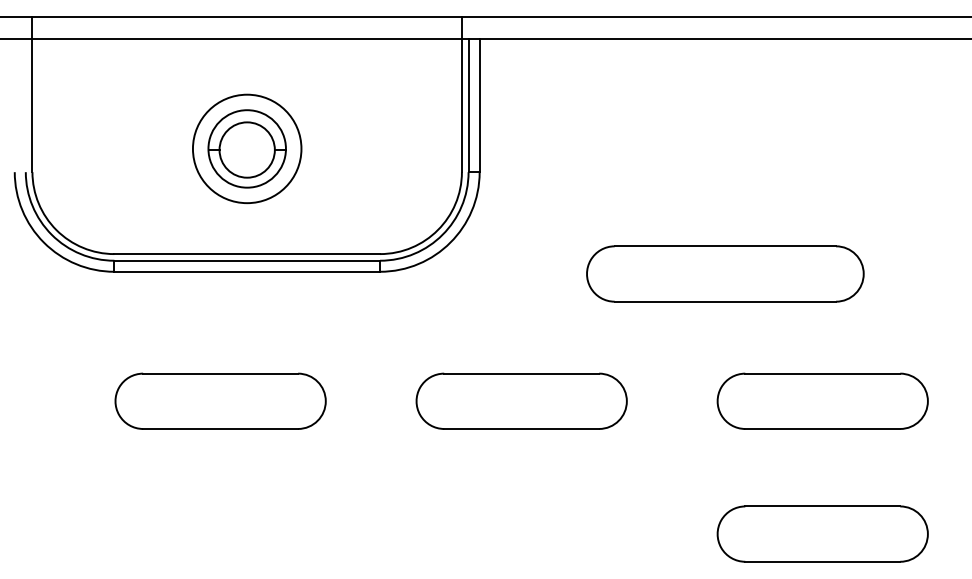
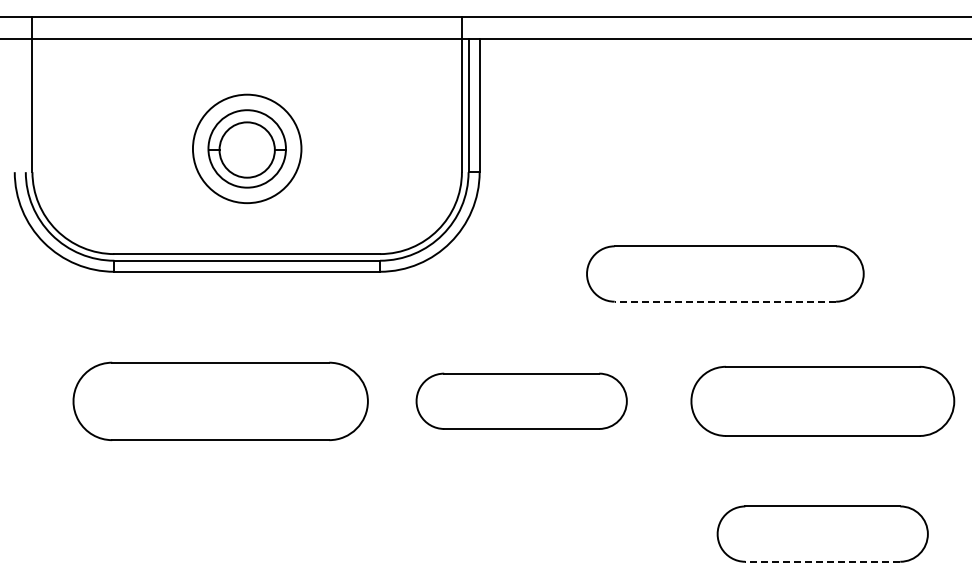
line at (725, 301): solid -> dashed
part at (220, 400) size: 213x58 px -> 297x80 px
part at (822, 400) size: 213x58 px -> 266x72 px
line at (822, 561): solid -> dashed
